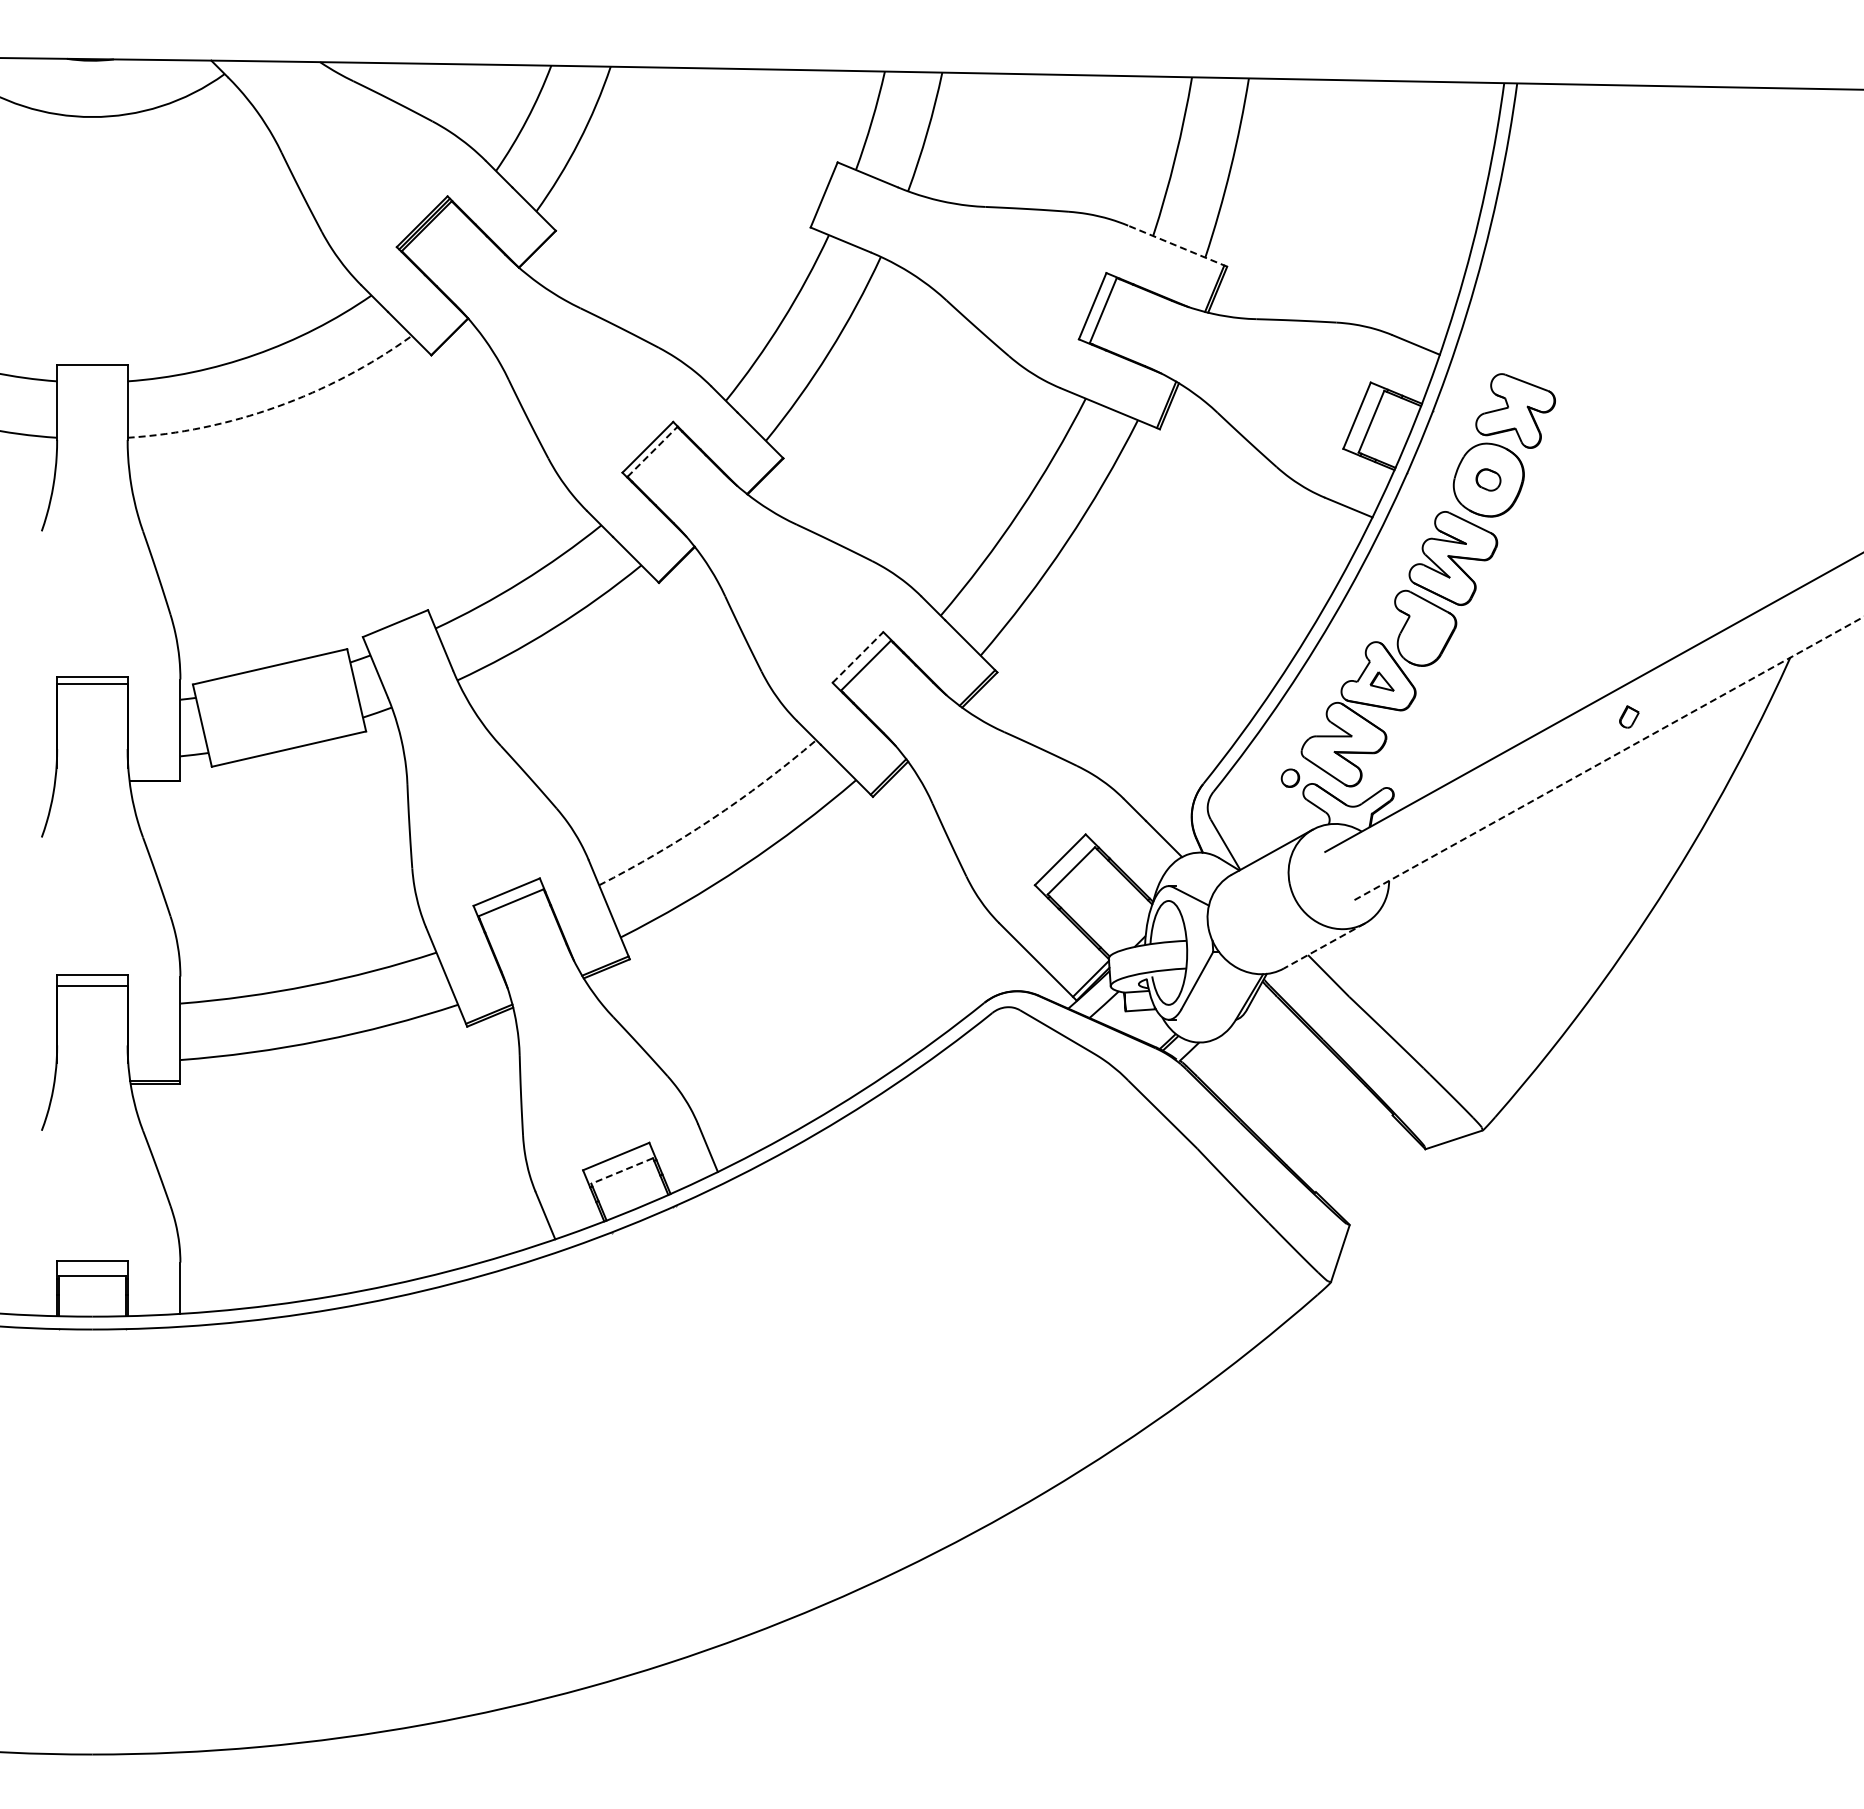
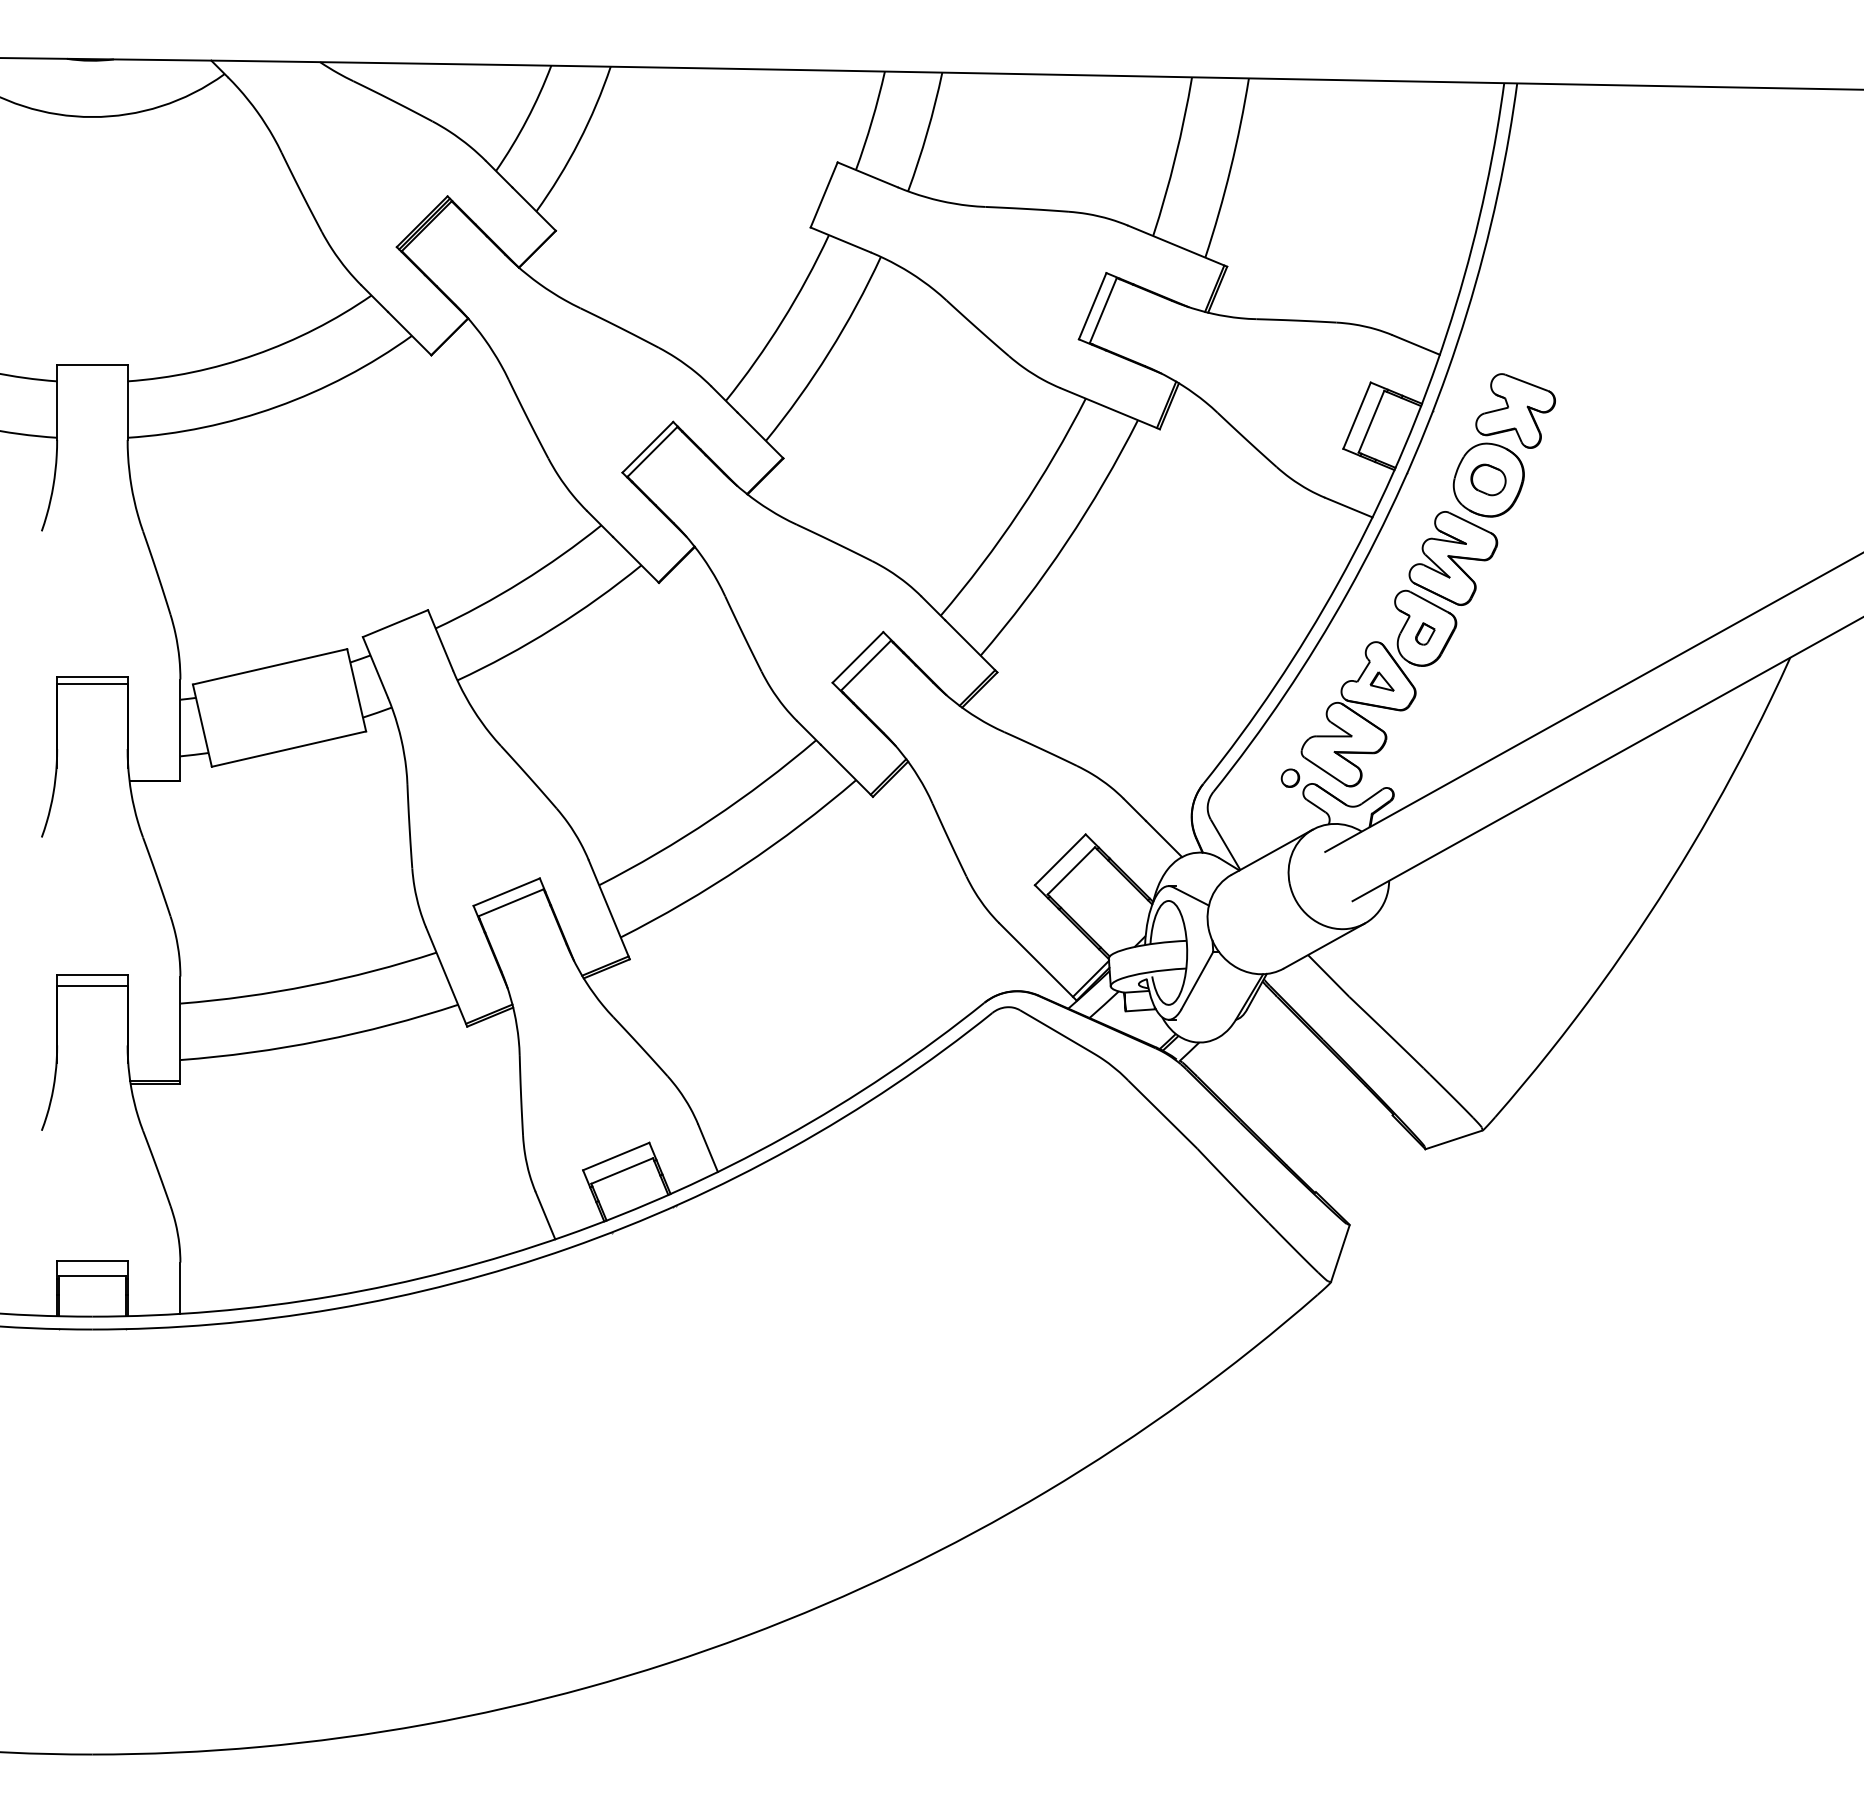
line at (1177, 246): dashed -> solid
arc at (276, 406): dashed -> solid
line at (652, 451): dashed -> solid
part at (1488, 479) size: 27x24 px -> 37x34 px
line at (857, 657): dashed -> solid
part at (1629, 716) position: (1629, 716) -> (1425, 633)
line at (1607, 759): dashed -> solid
arc at (711, 819): dashed -> solid
line at (1324, 946): dashed -> solid
line at (621, 1171): dashed -> solid
